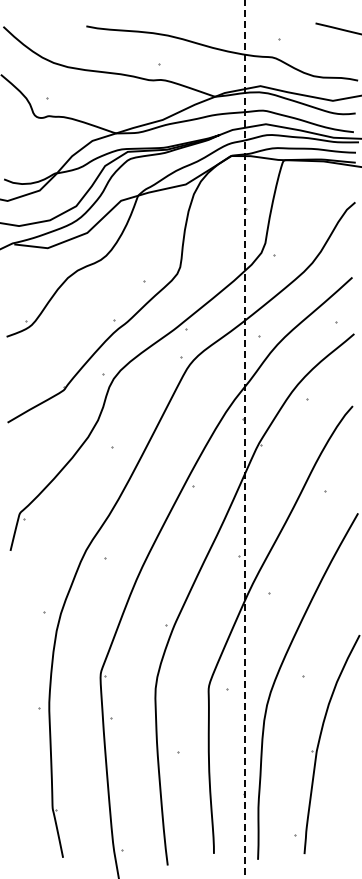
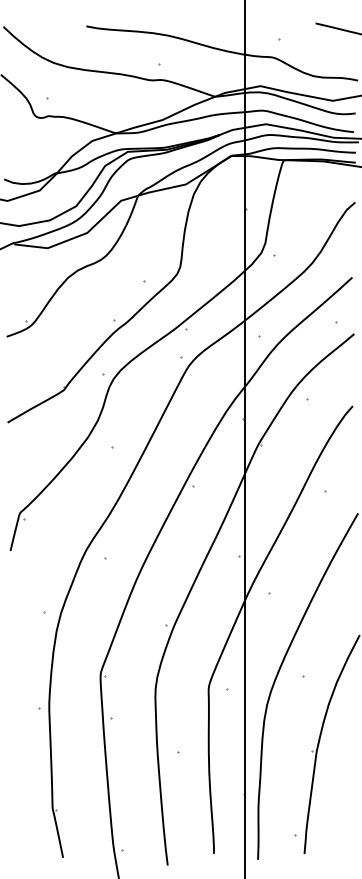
line at (244, 439): dashed -> solid
